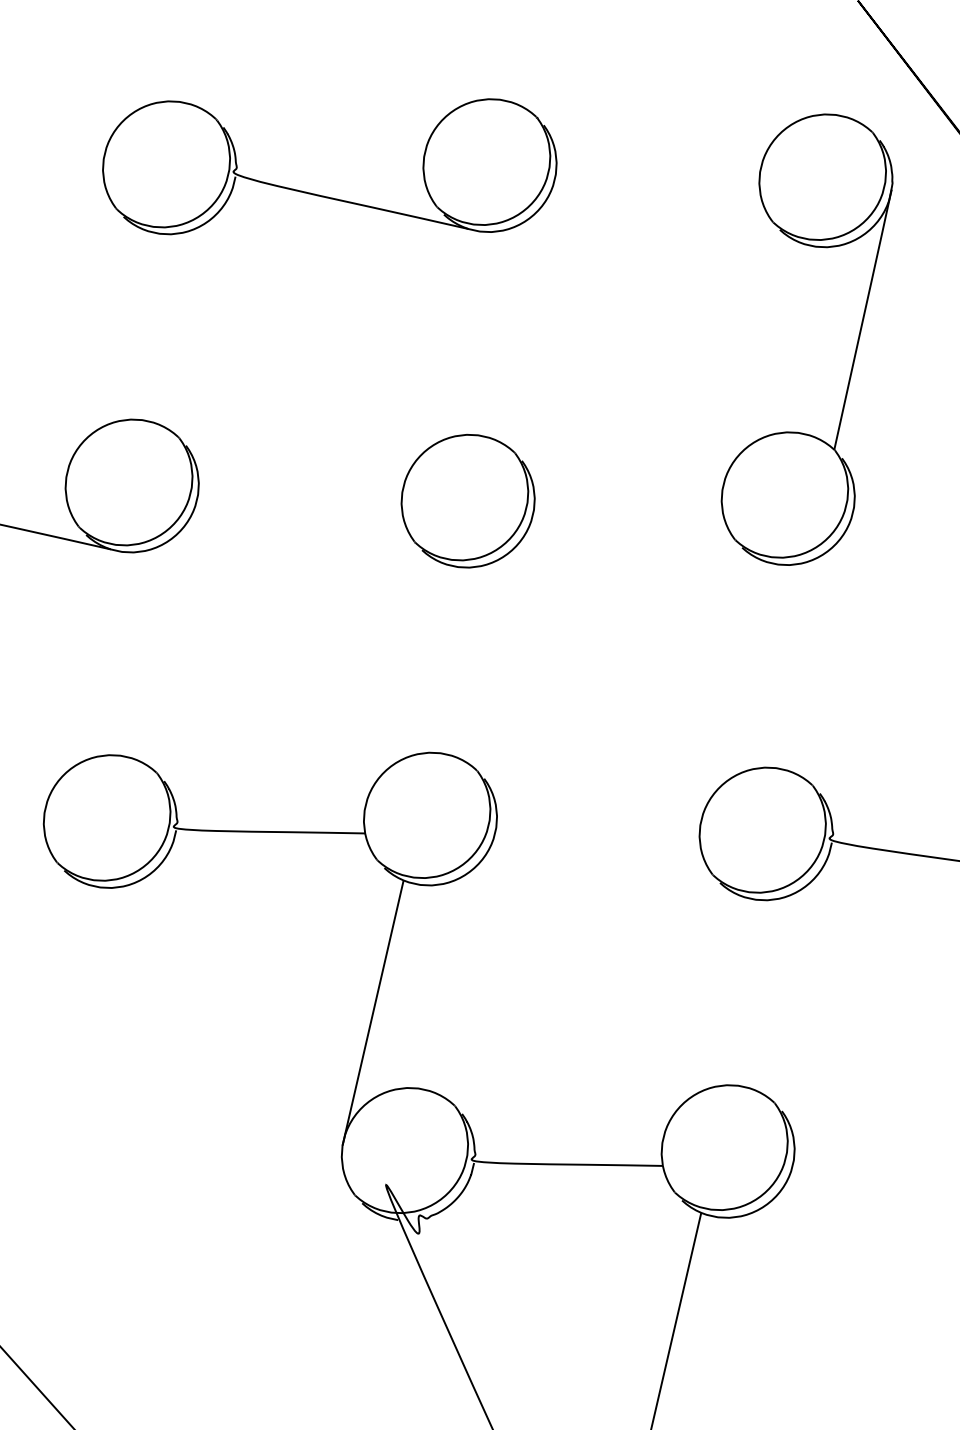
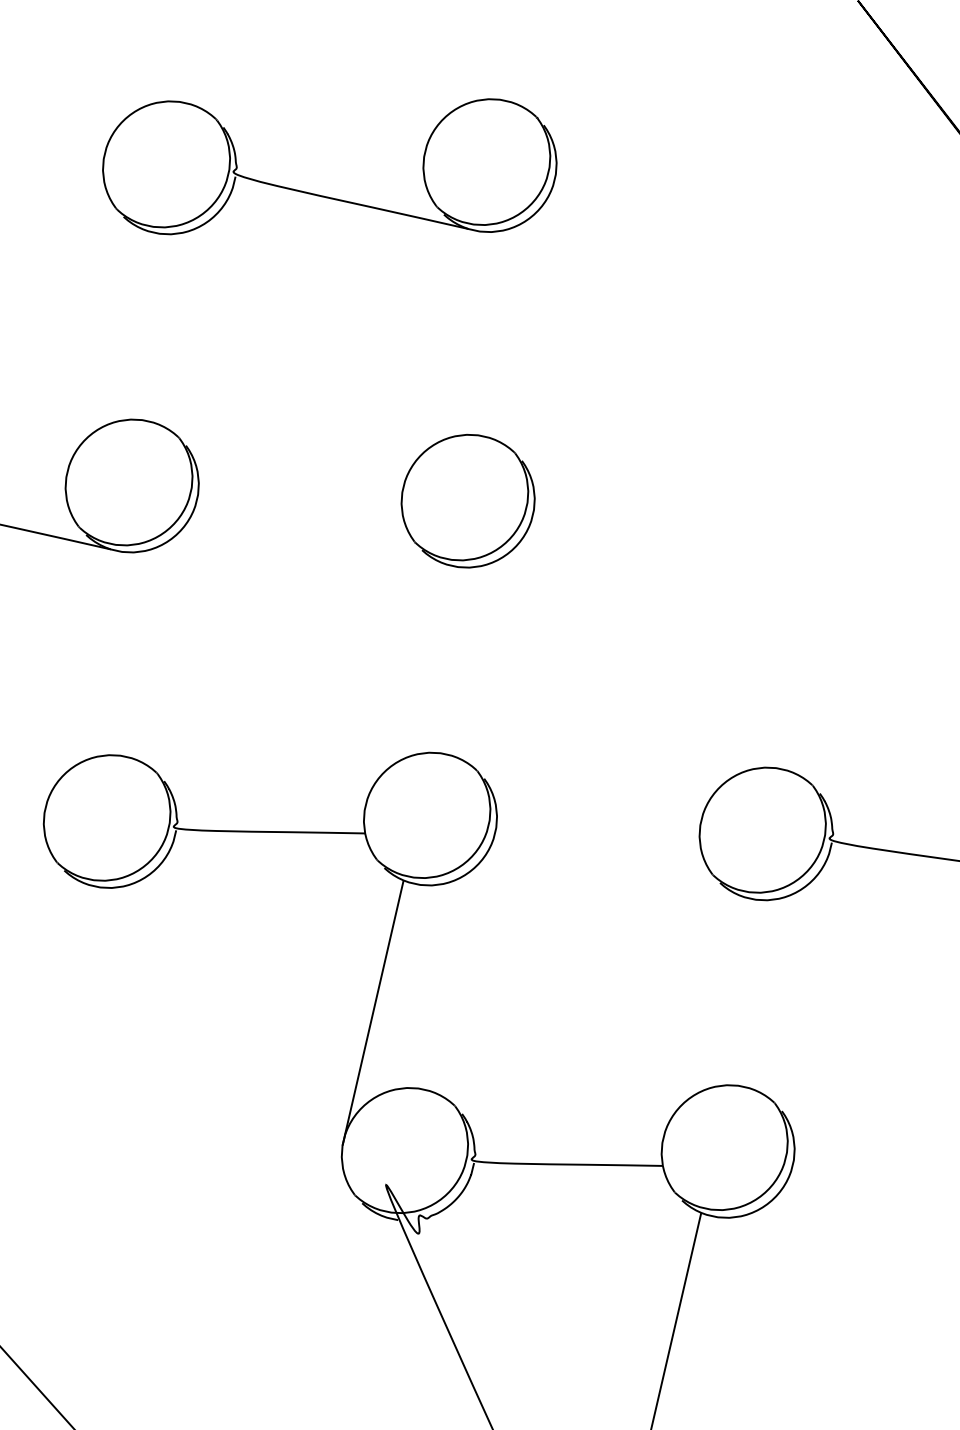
part at (854, 352): present -> none
